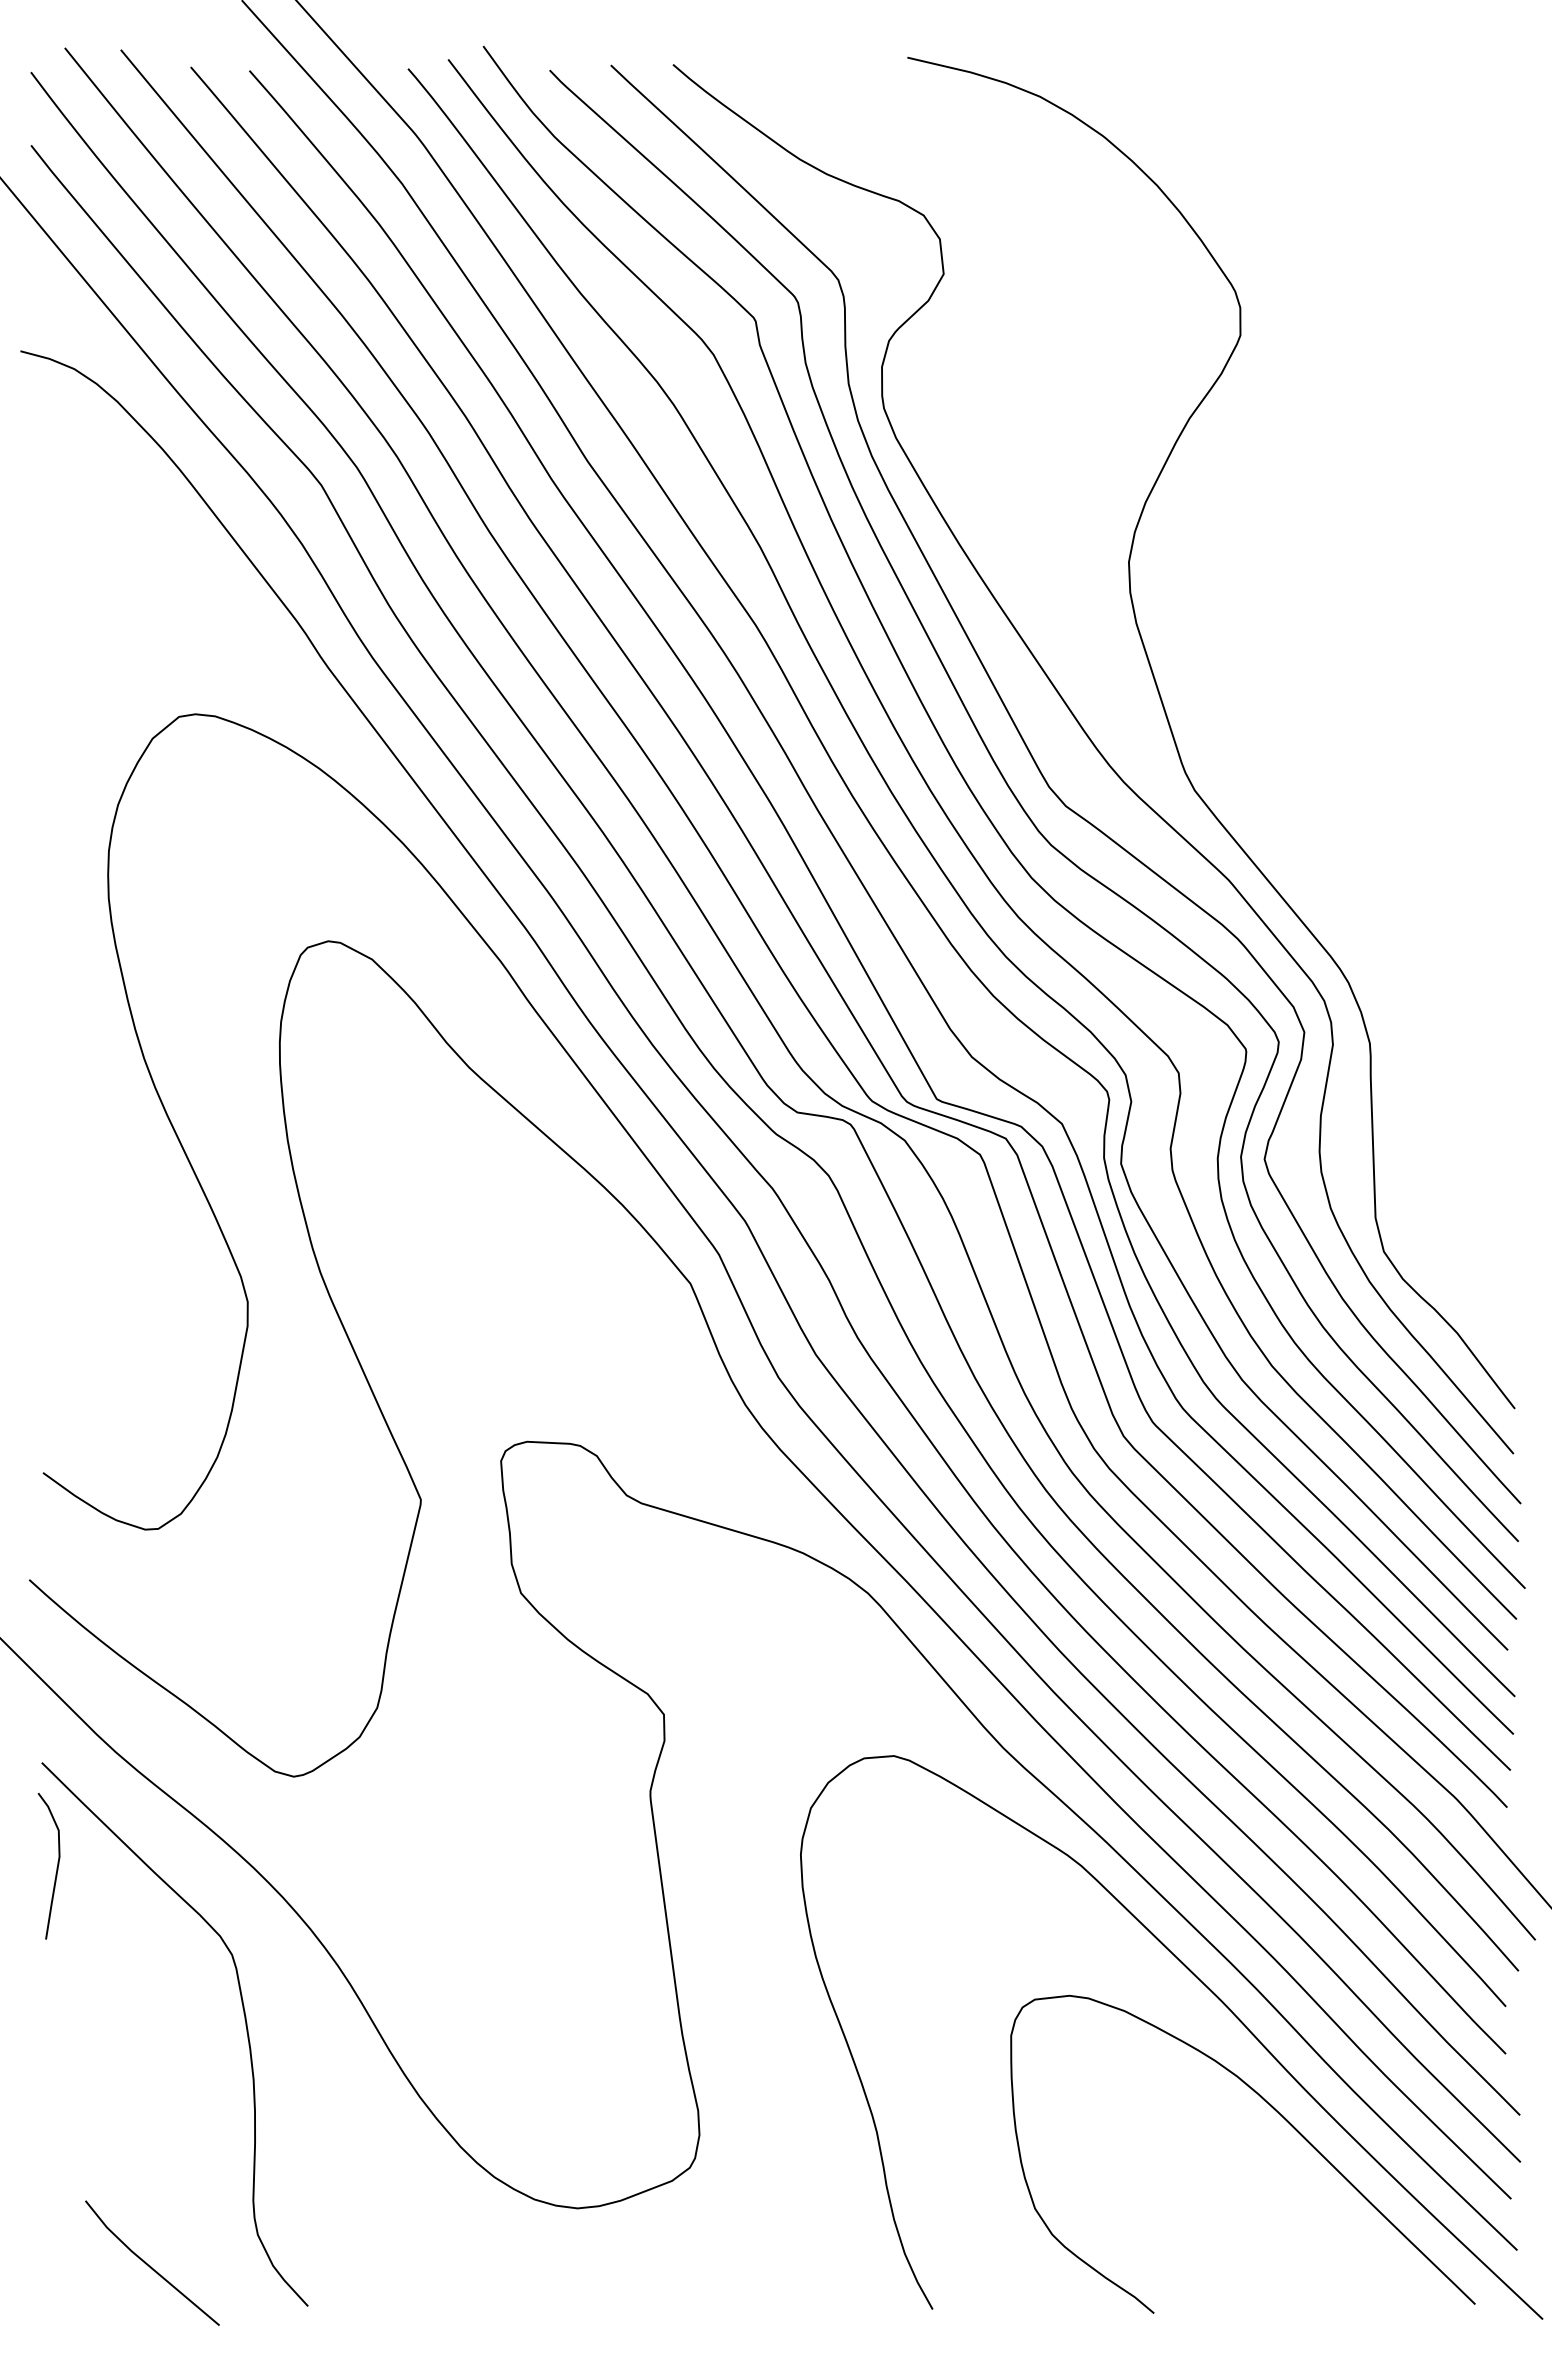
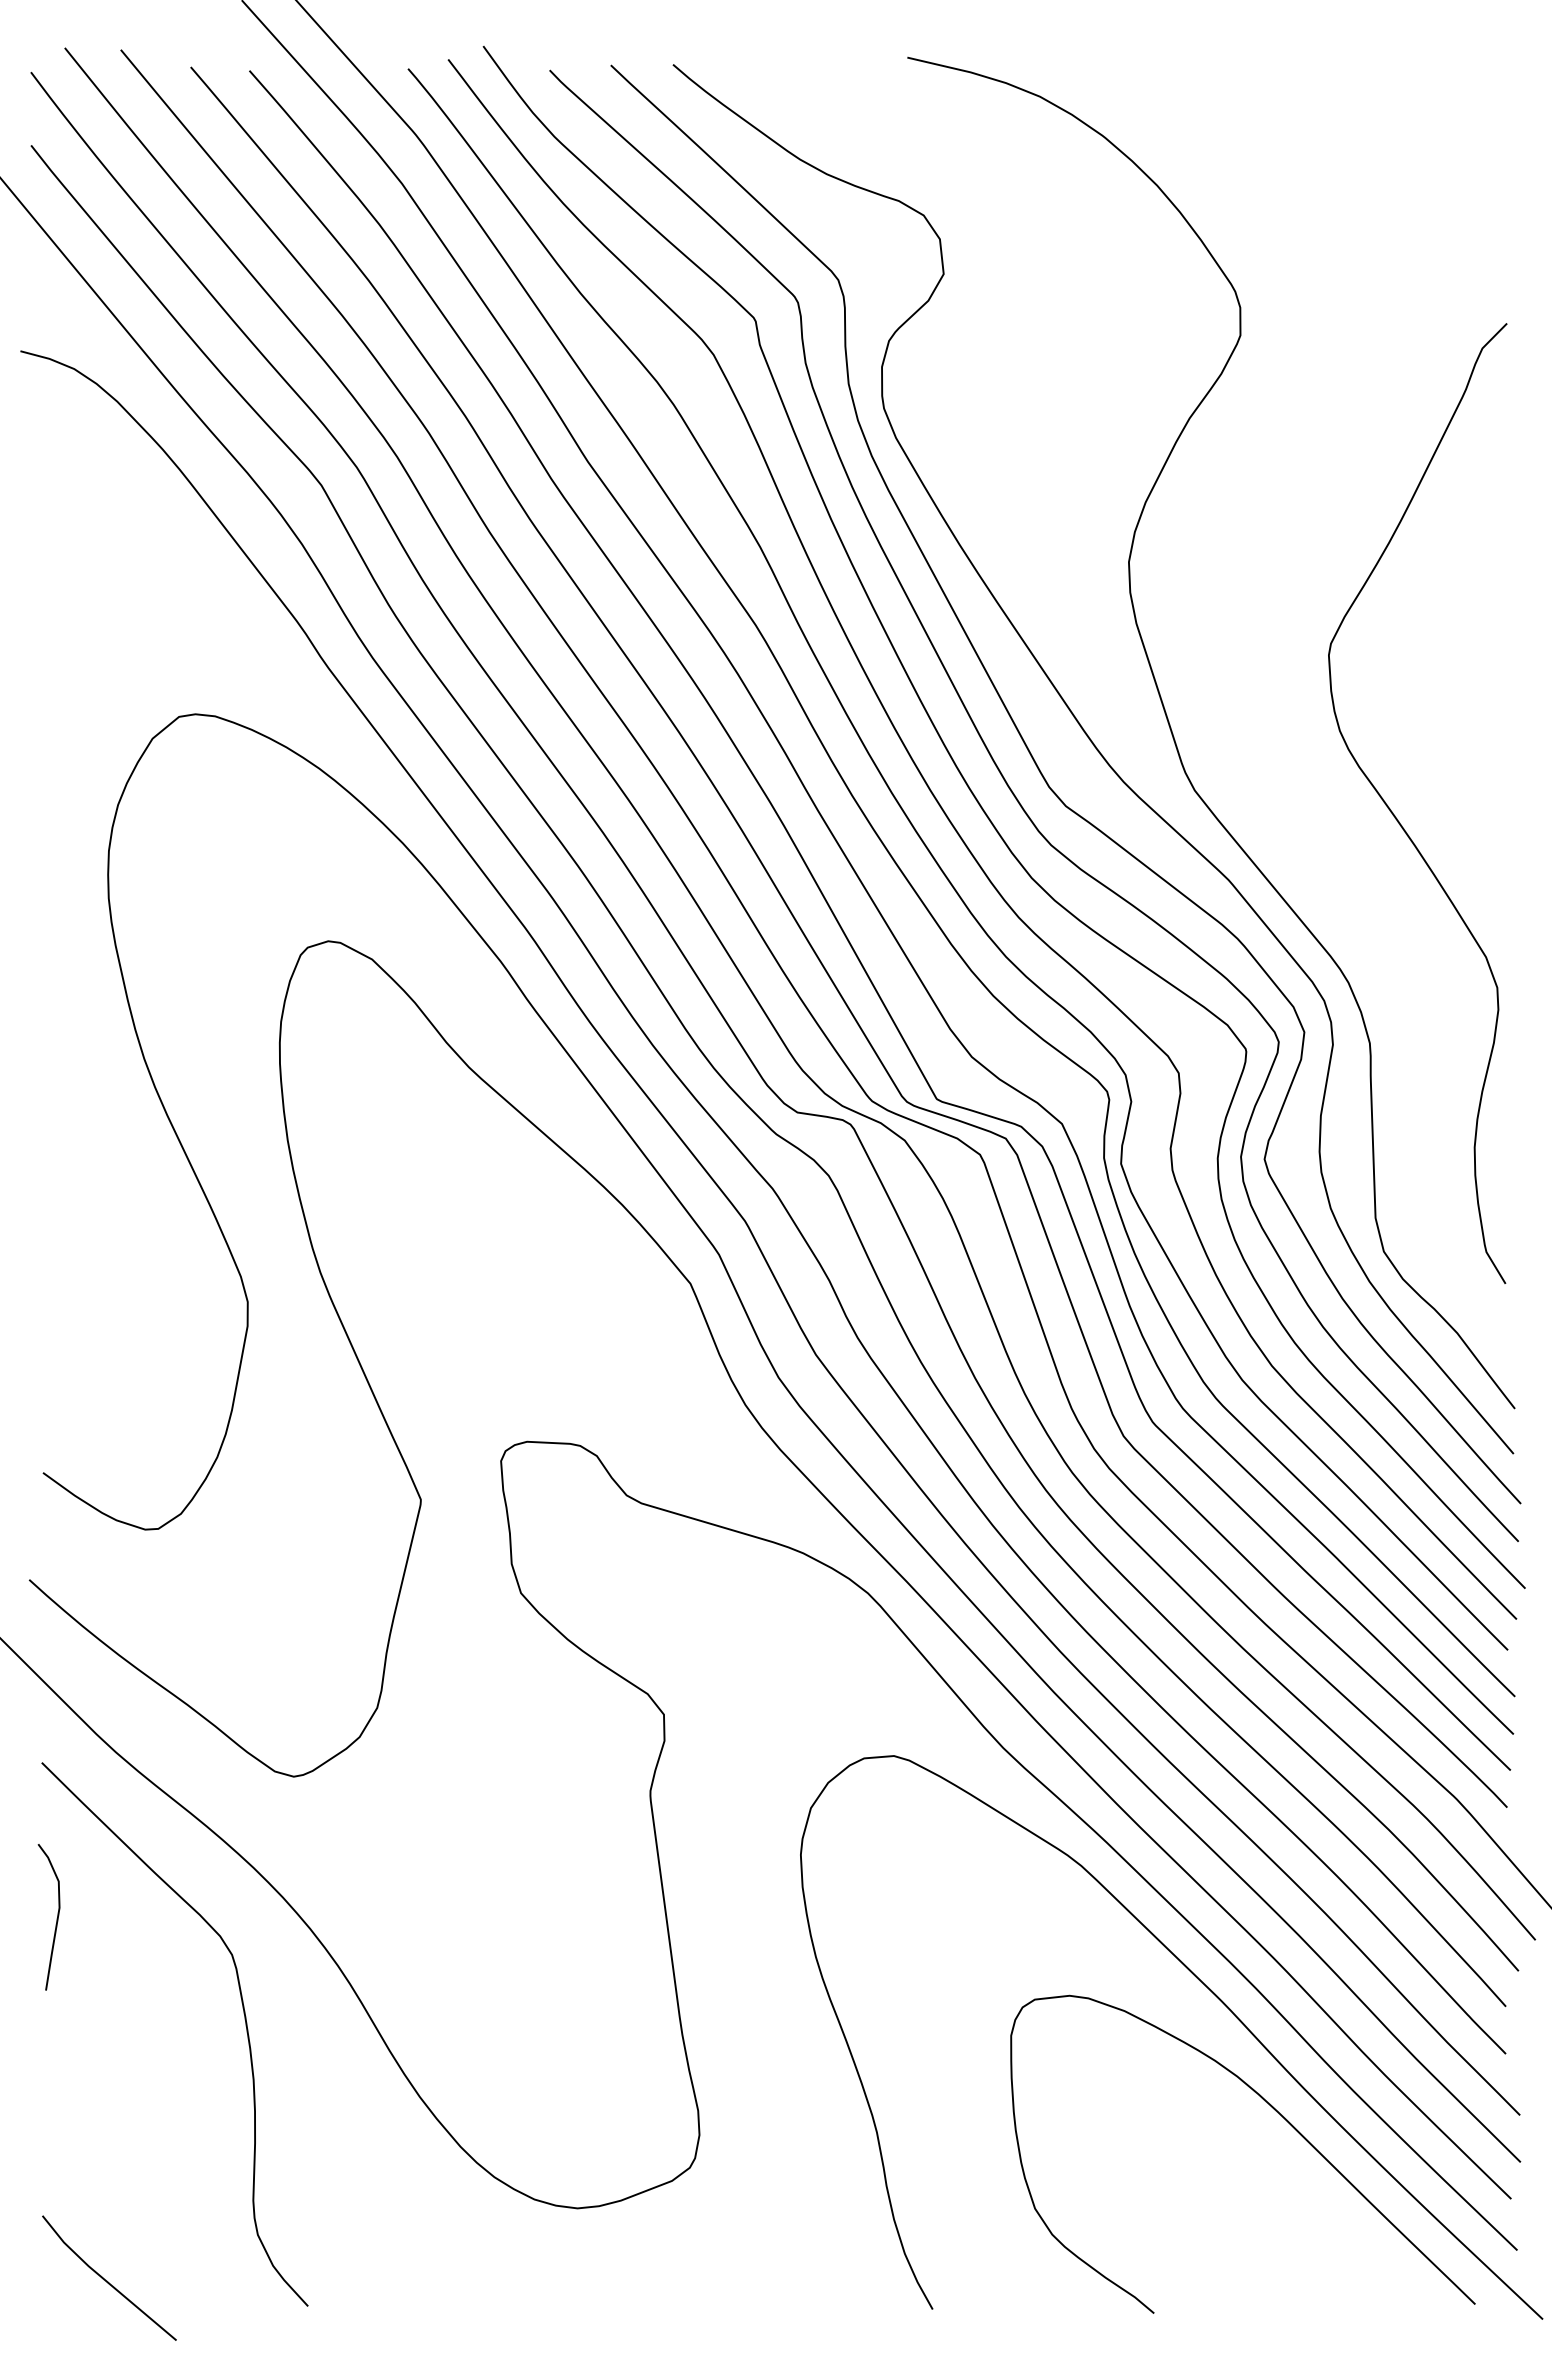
curve at (1397, 818): none -> present
curve at (56, 1867) position: (56, 1867) -> (56, 1918)
line at (150, 2265) position: (150, 2265) -> (107, 2280)
